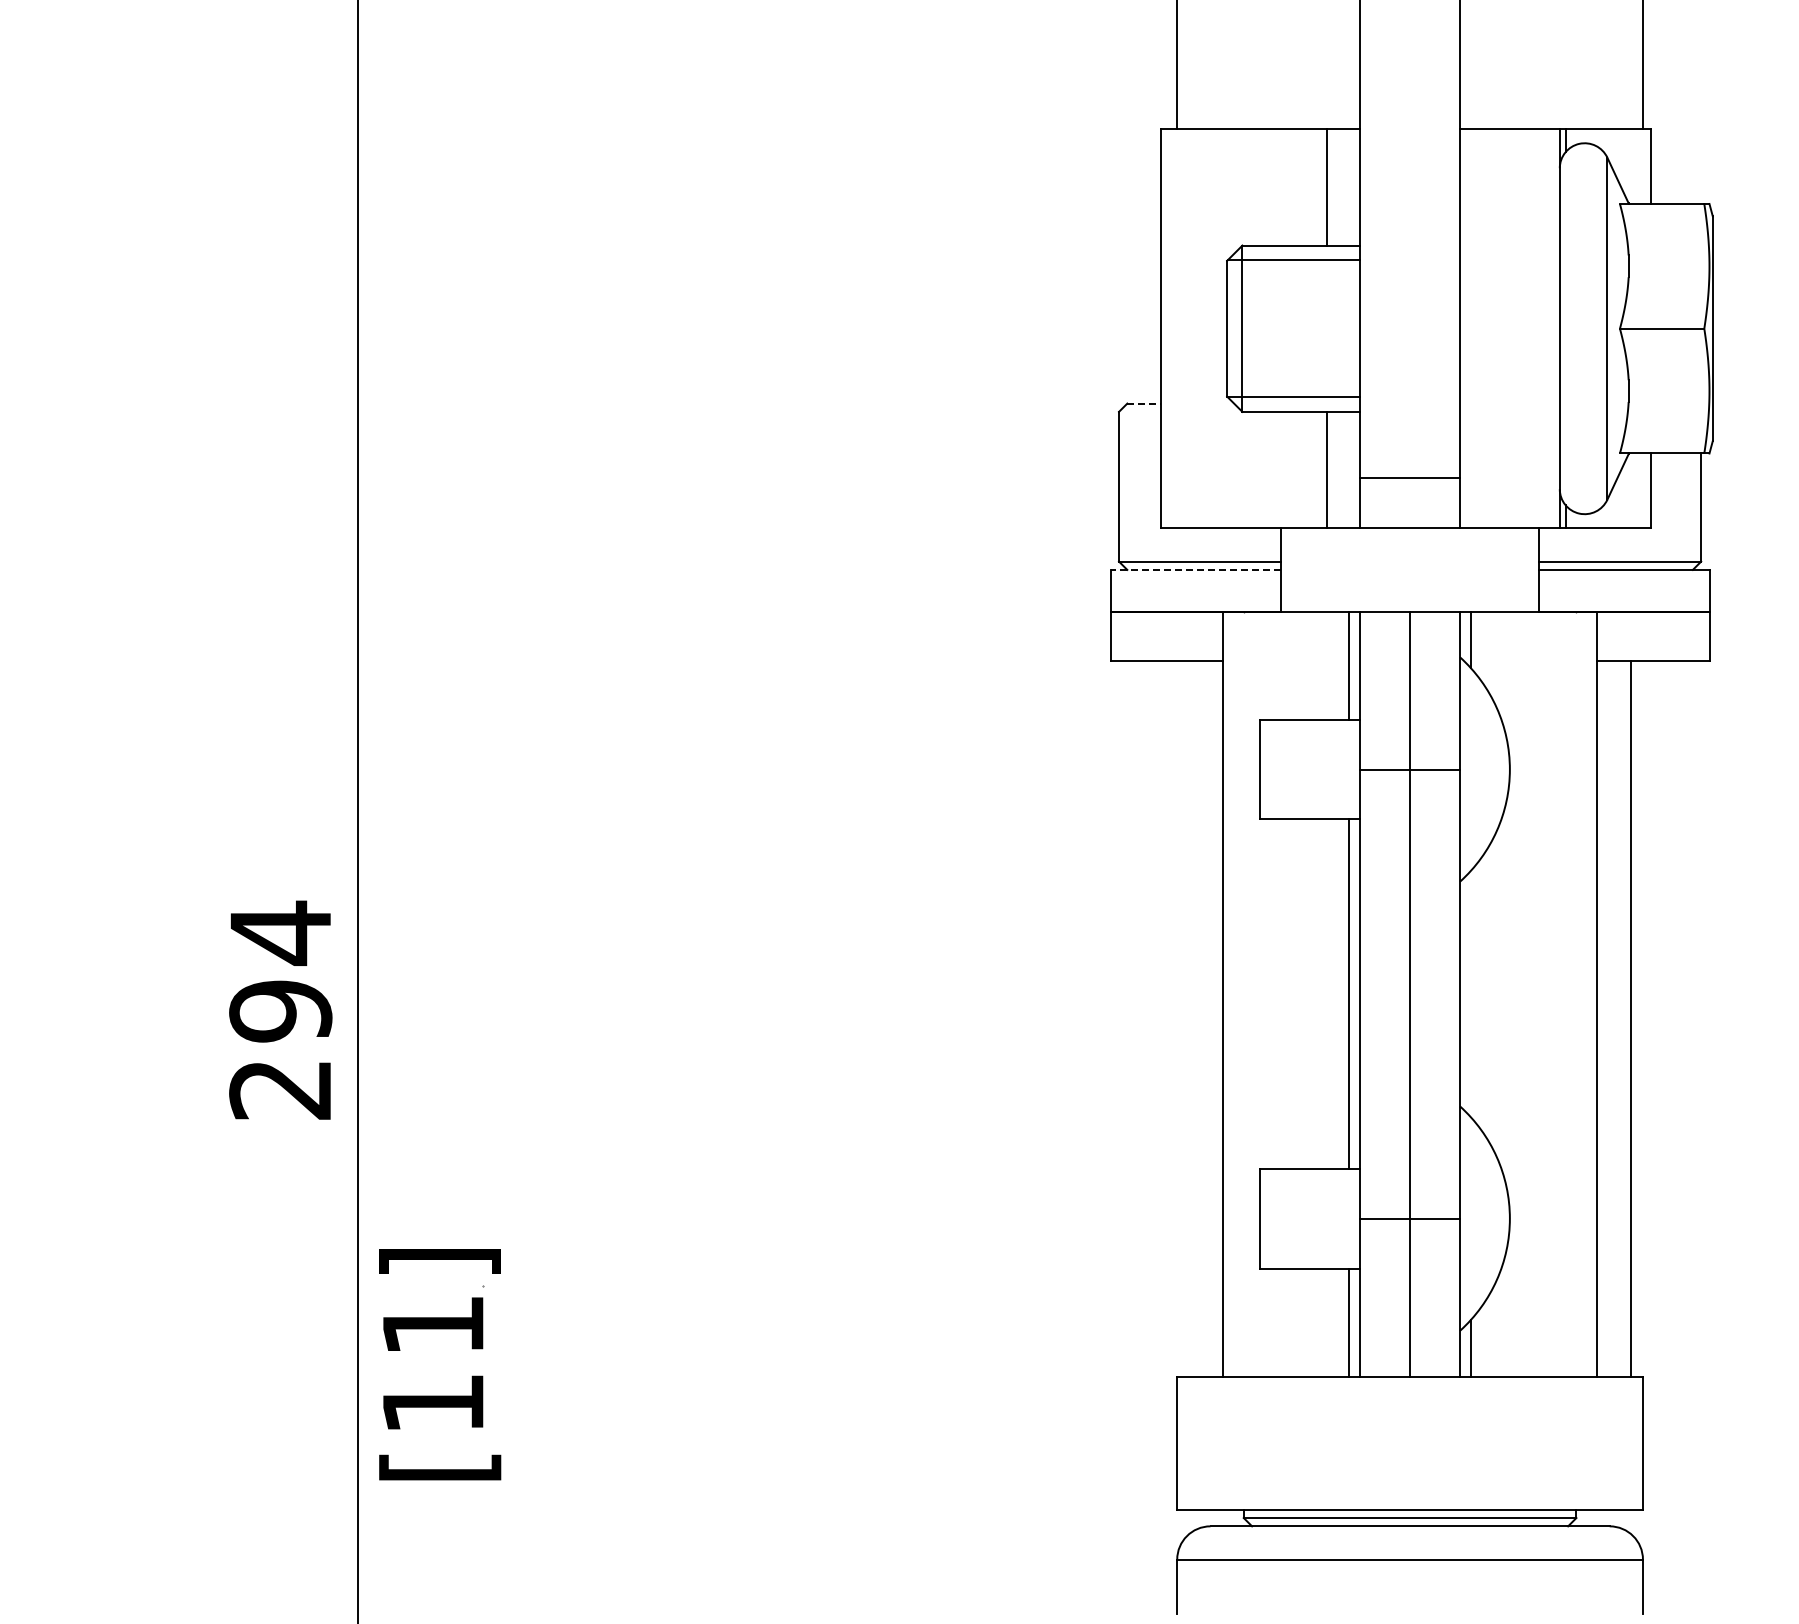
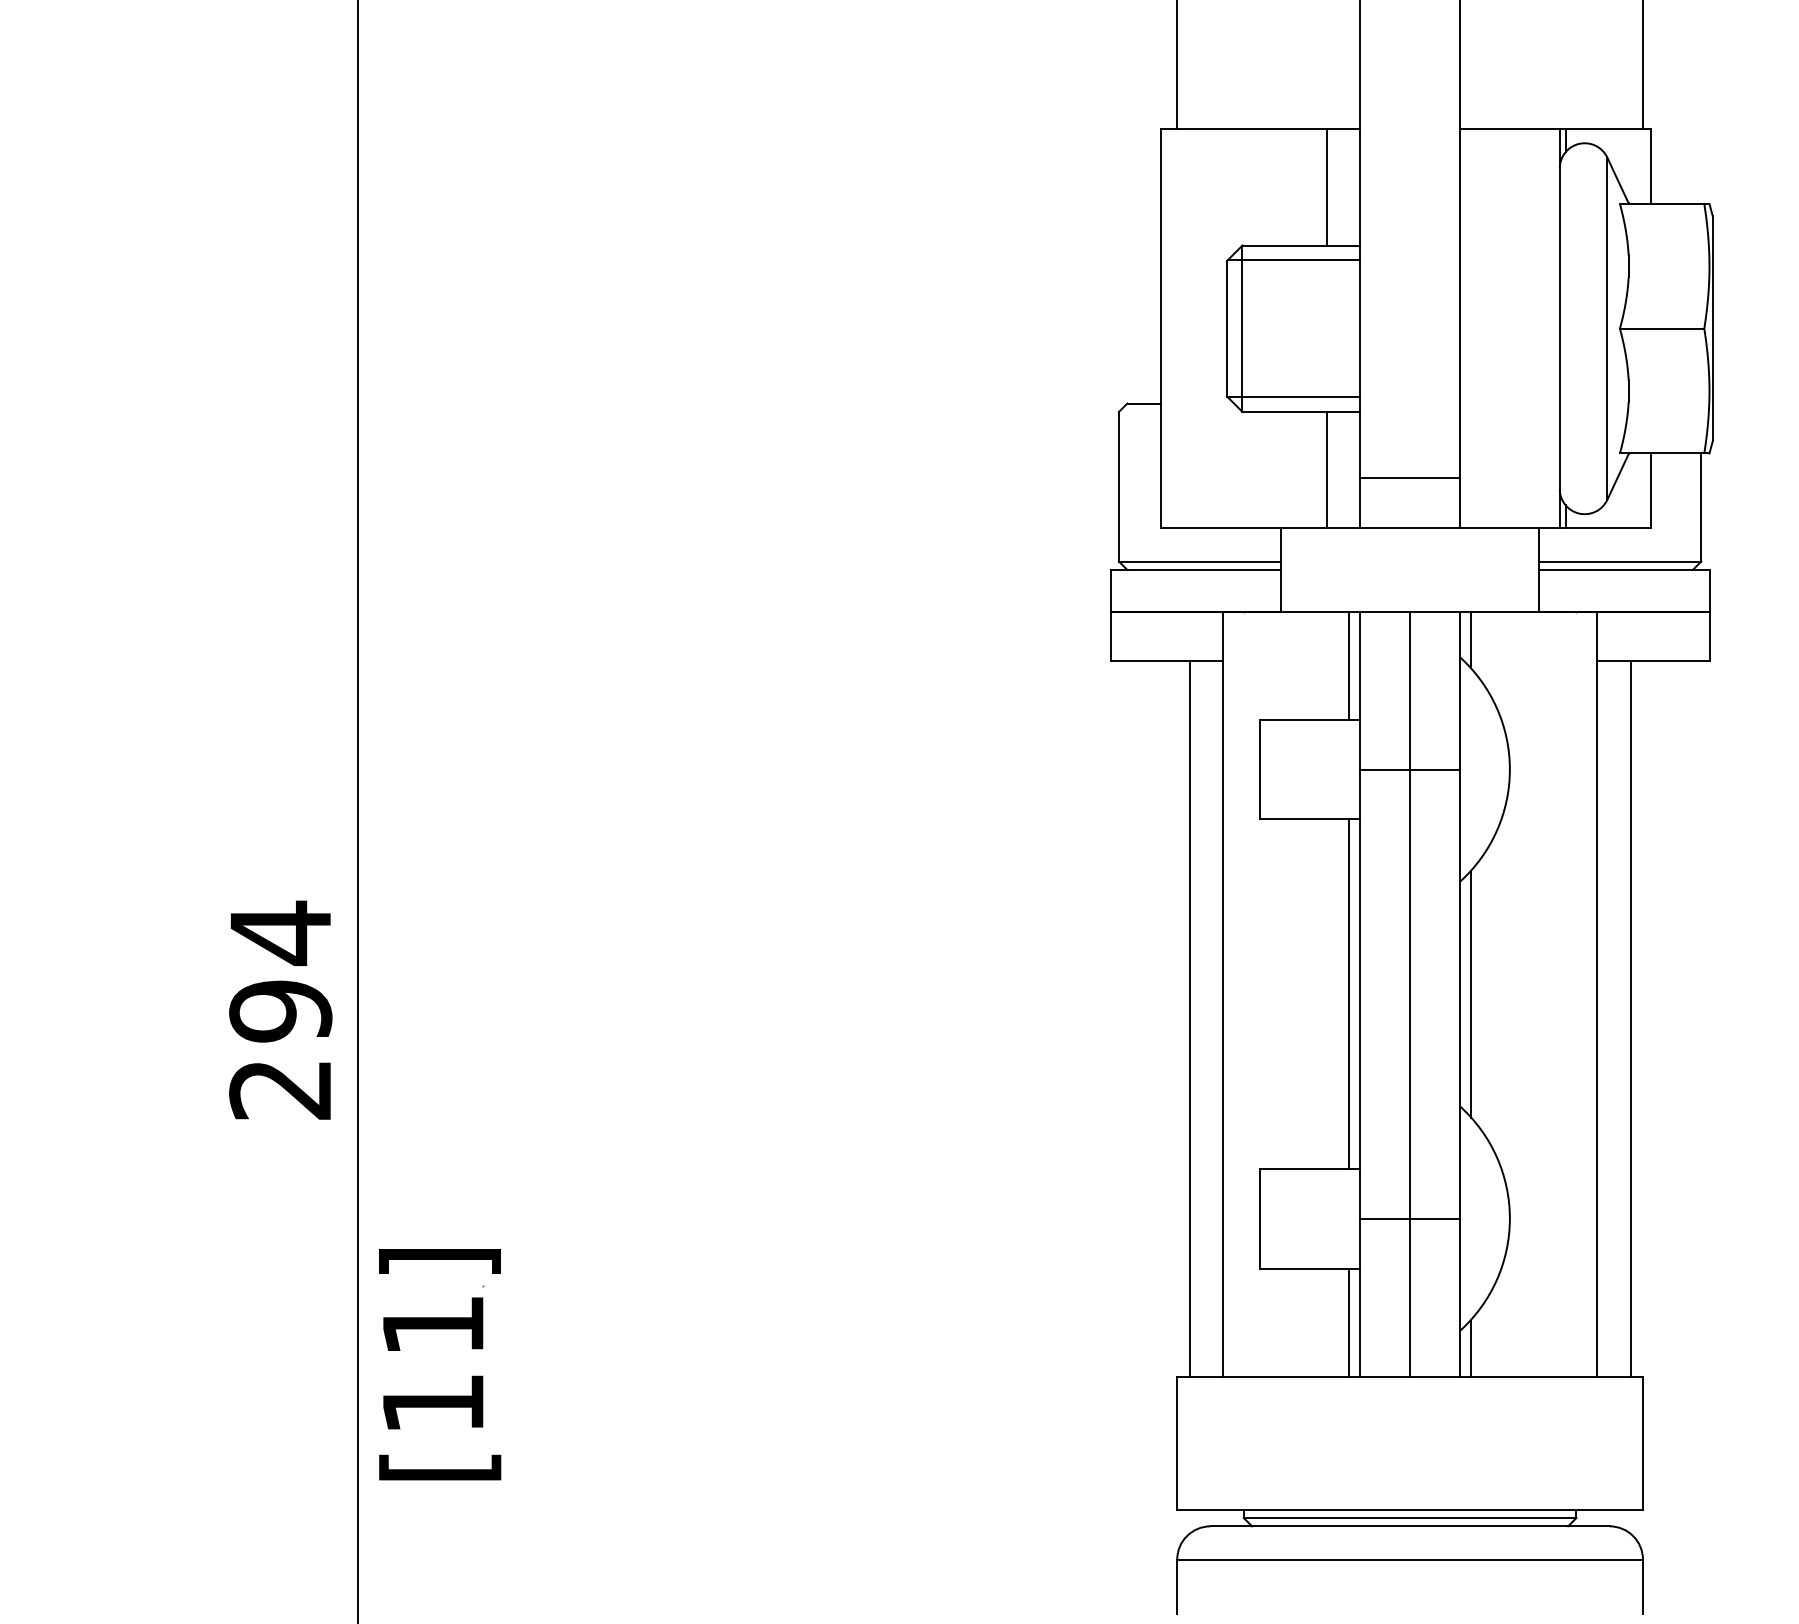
line at (1143, 403): dashed -> solid
line at (1195, 569): dashed -> solid
line at (1471, 993): none -> present
line at (1189, 1018): none -> present
